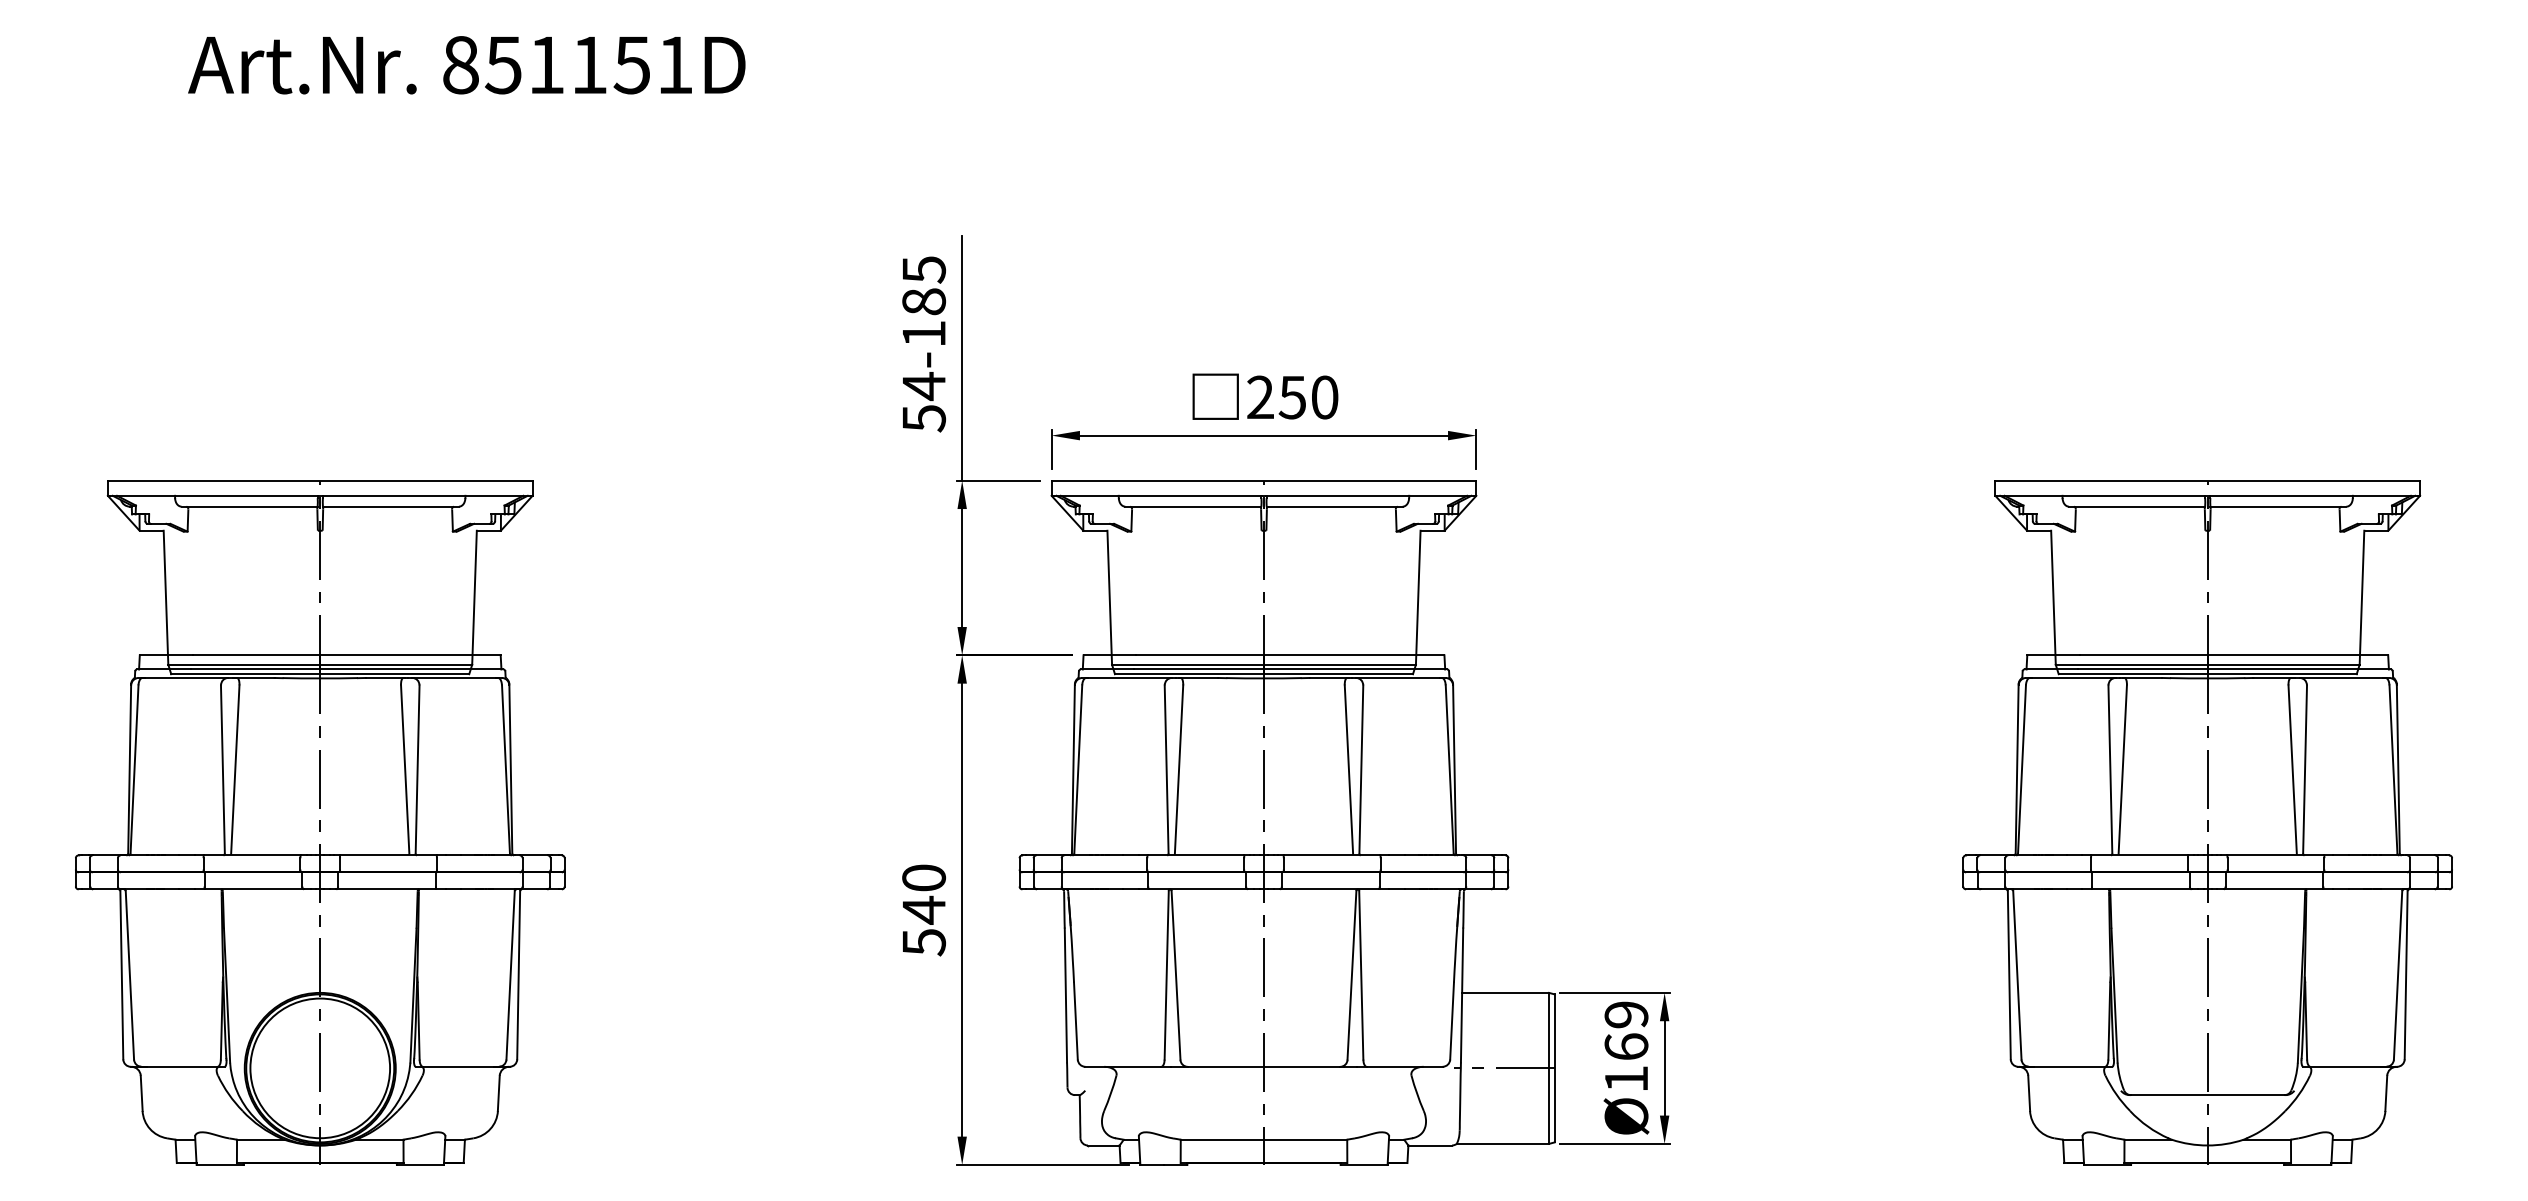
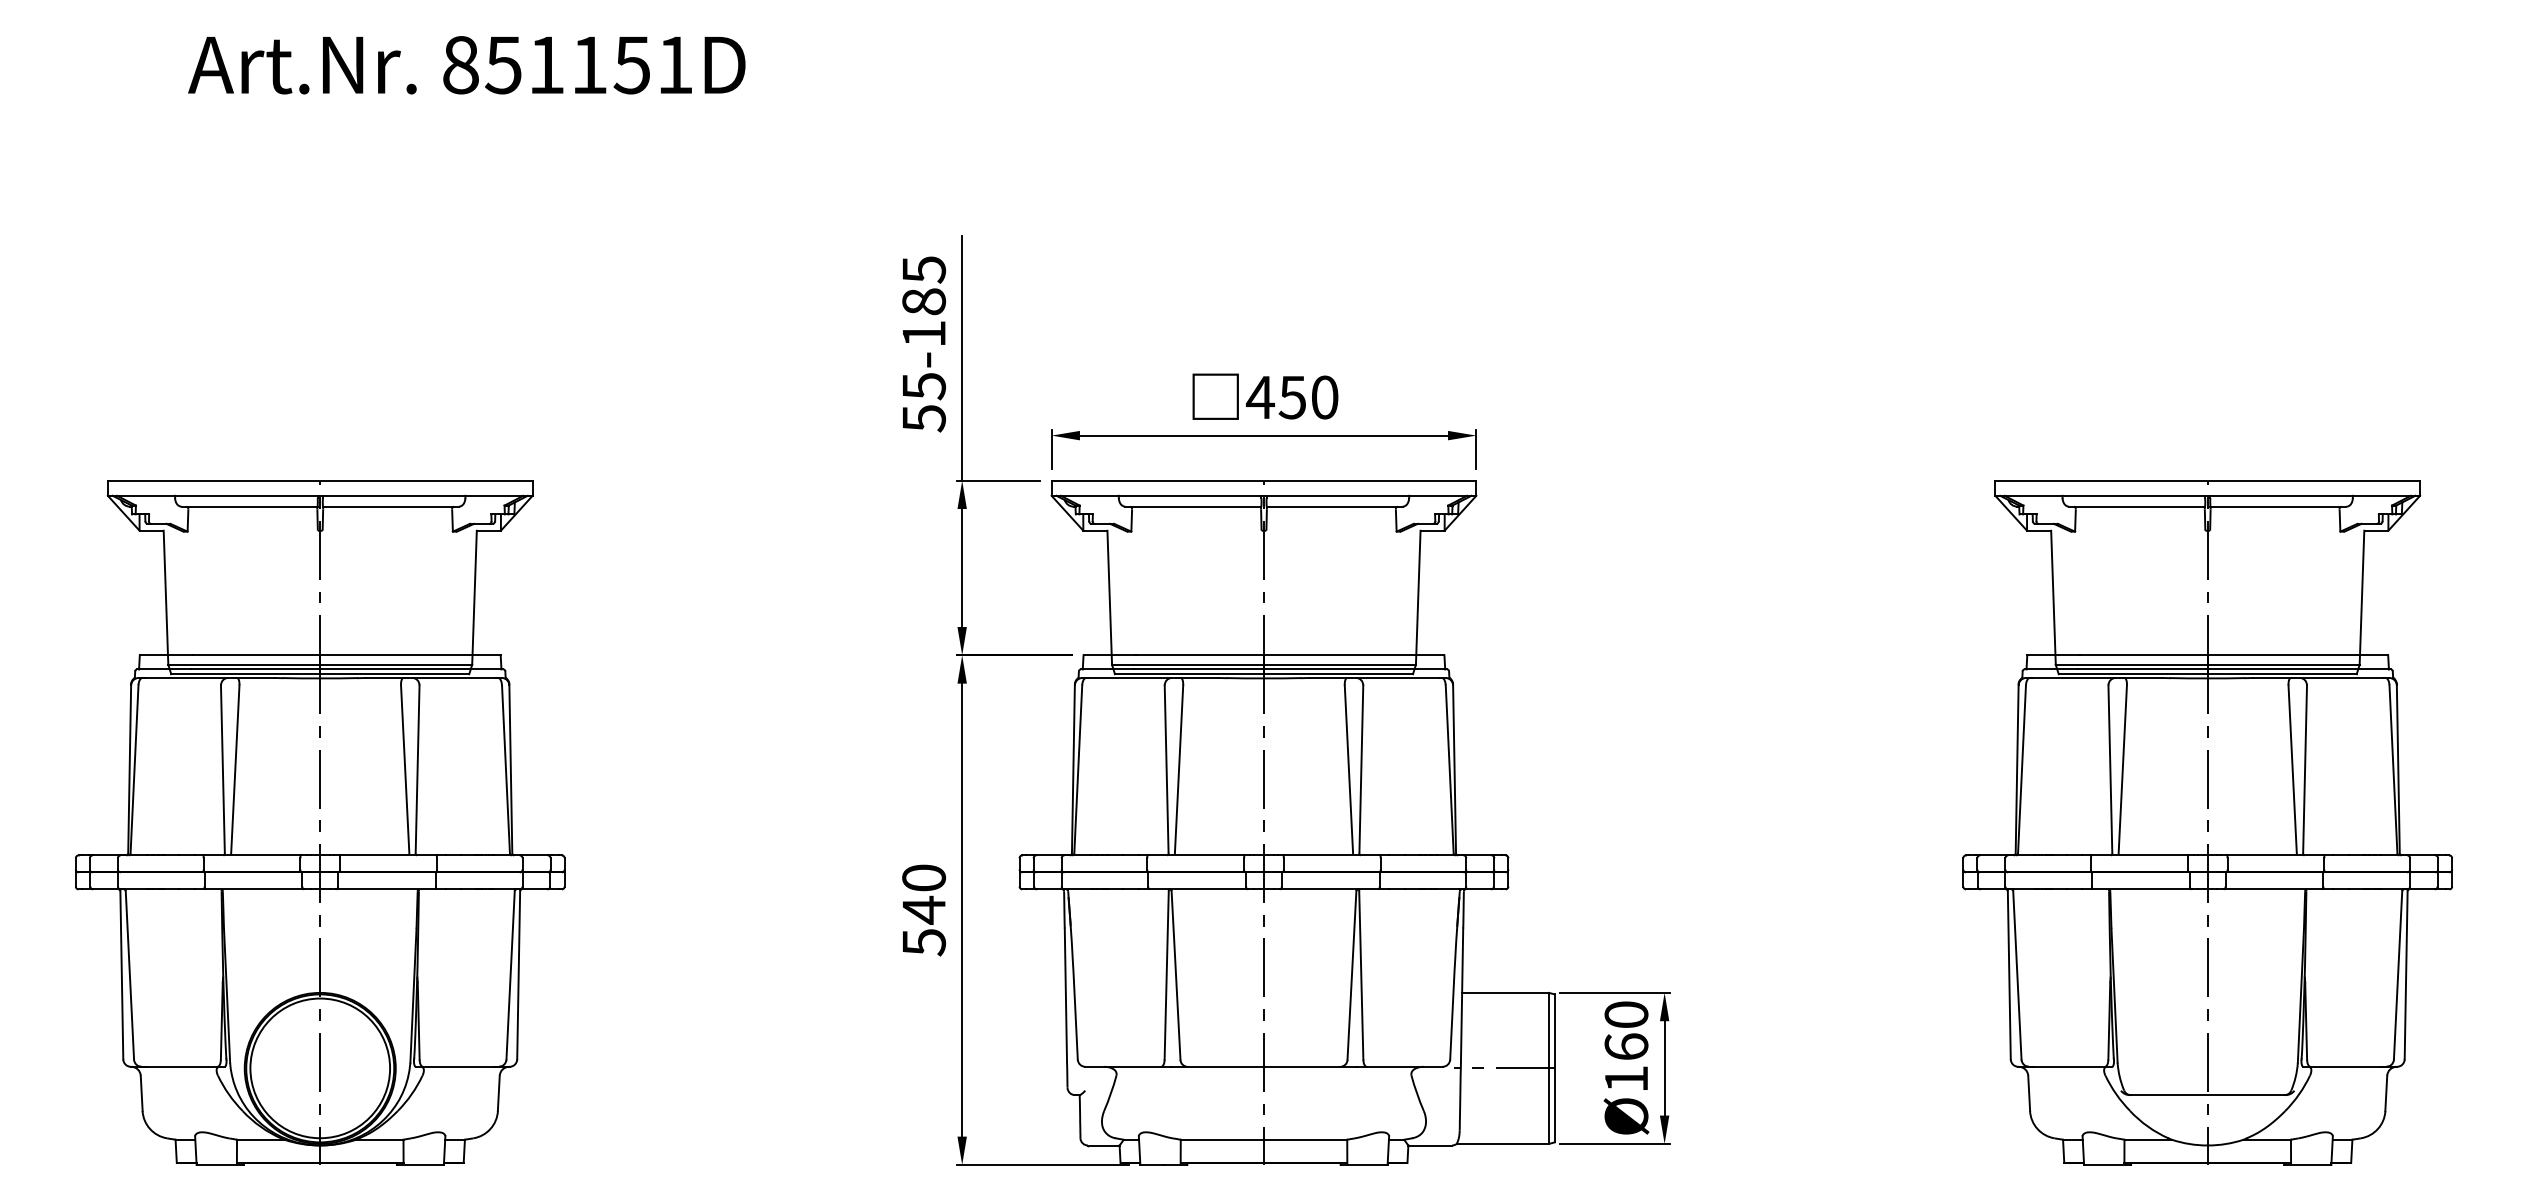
text at (924, 386): 54-185 -> 55-185
text at (1260, 396): 250 -> 450
text at (1626, 1014): Ø169 -> Ø160
